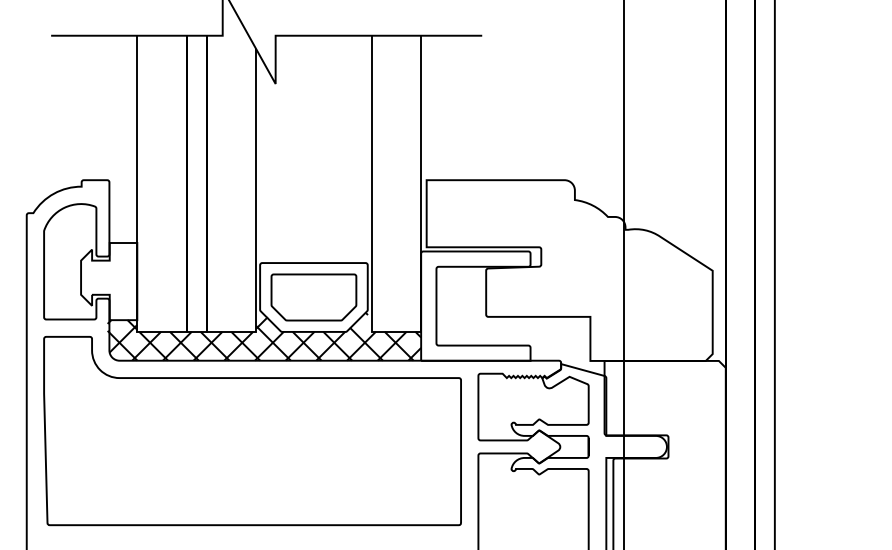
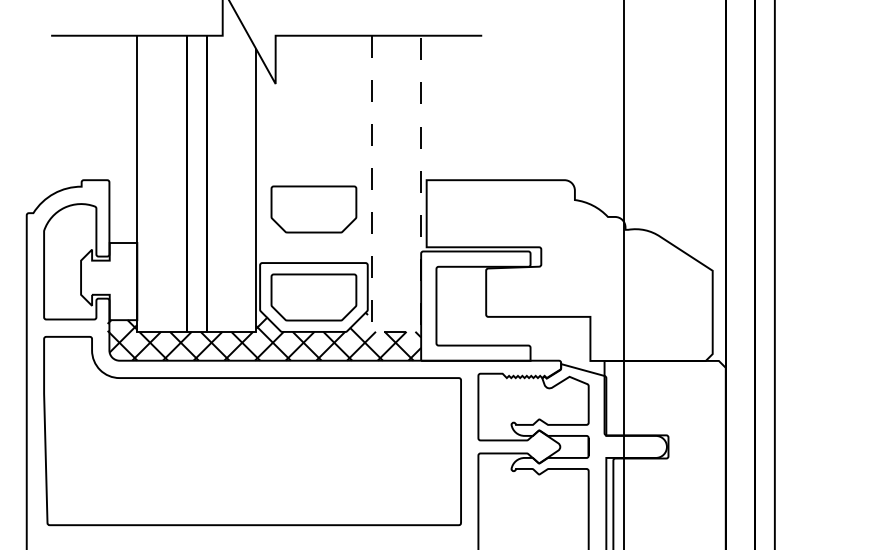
part at (313, 209): none -> present
line at (396, 331): solid -> dashed
